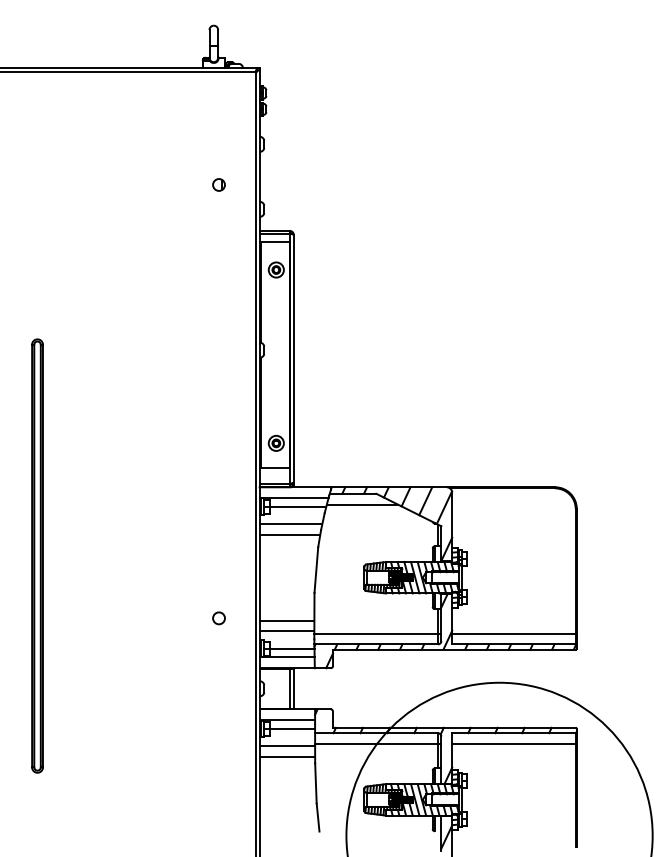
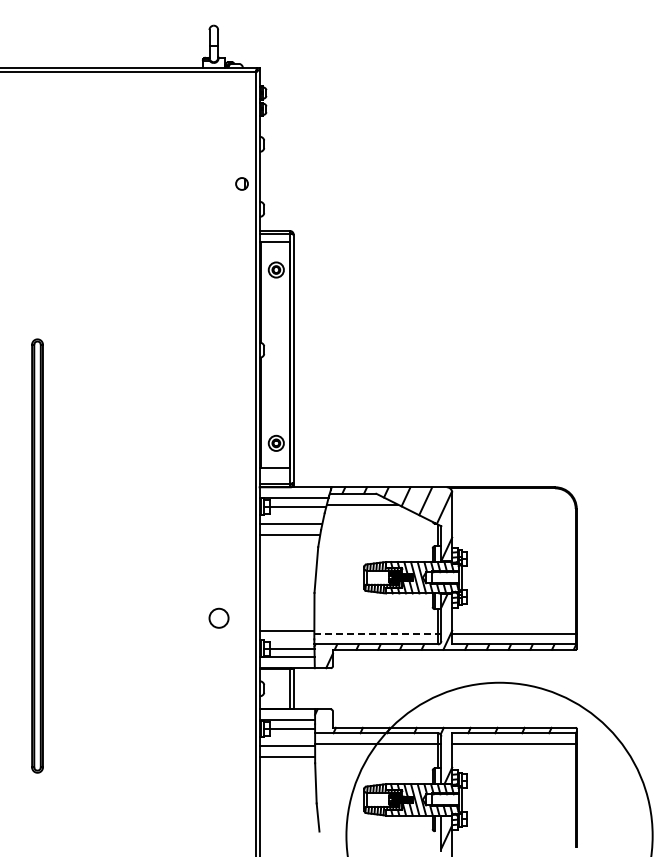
part at (218, 184) position: (218, 184) -> (241, 183)
circle at (218, 618) size: 14x15 px -> 22x22 px
line at (286, 620): present -> none
line at (377, 633): solid -> dashed
